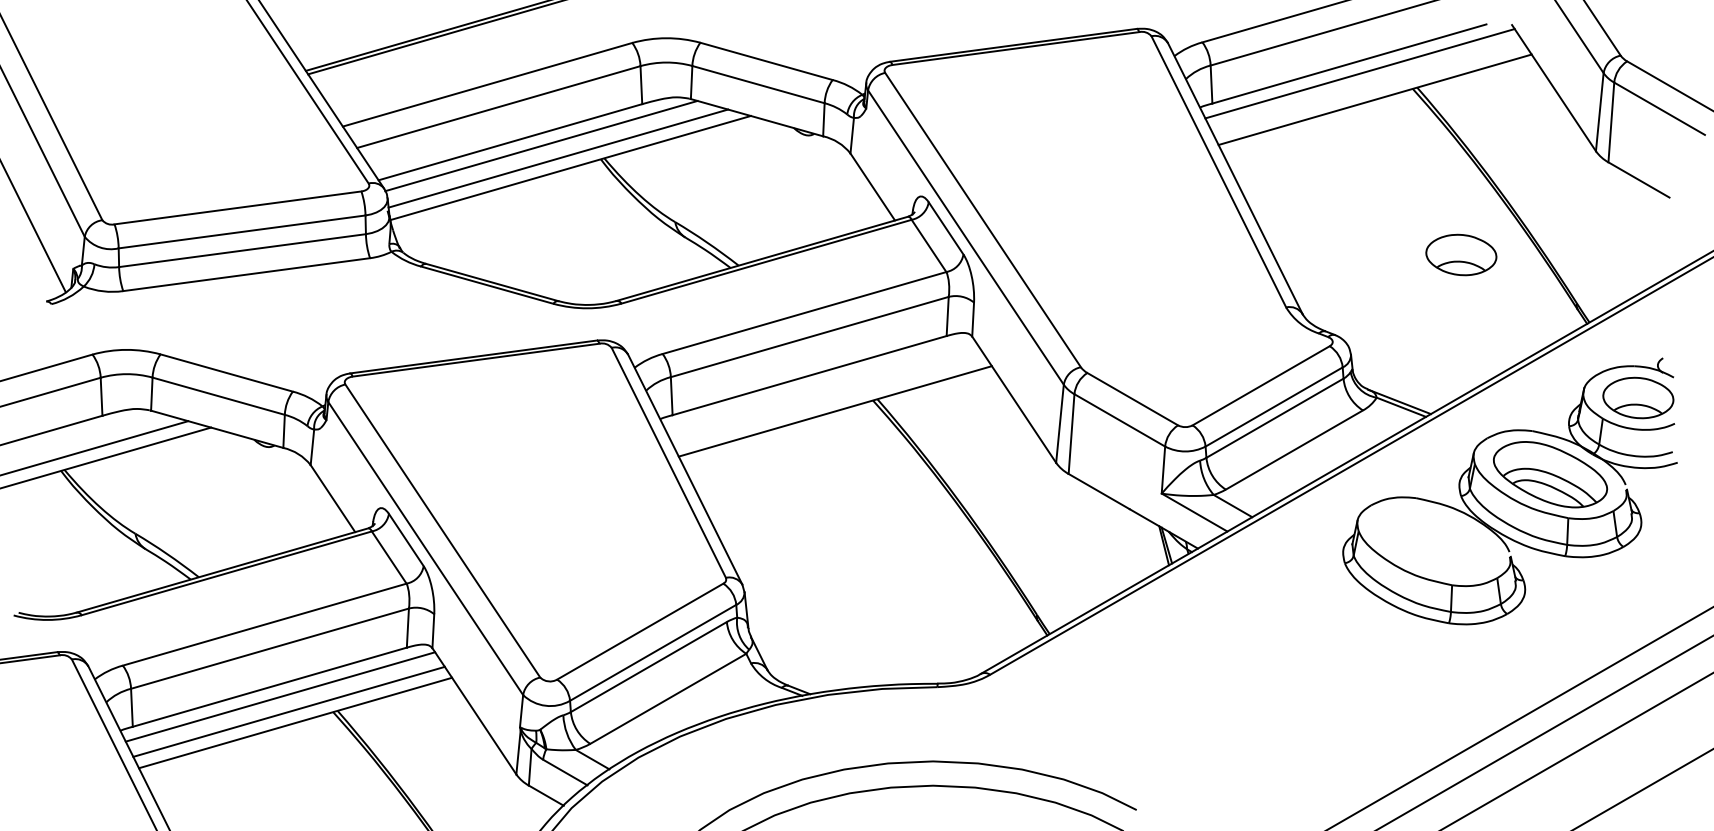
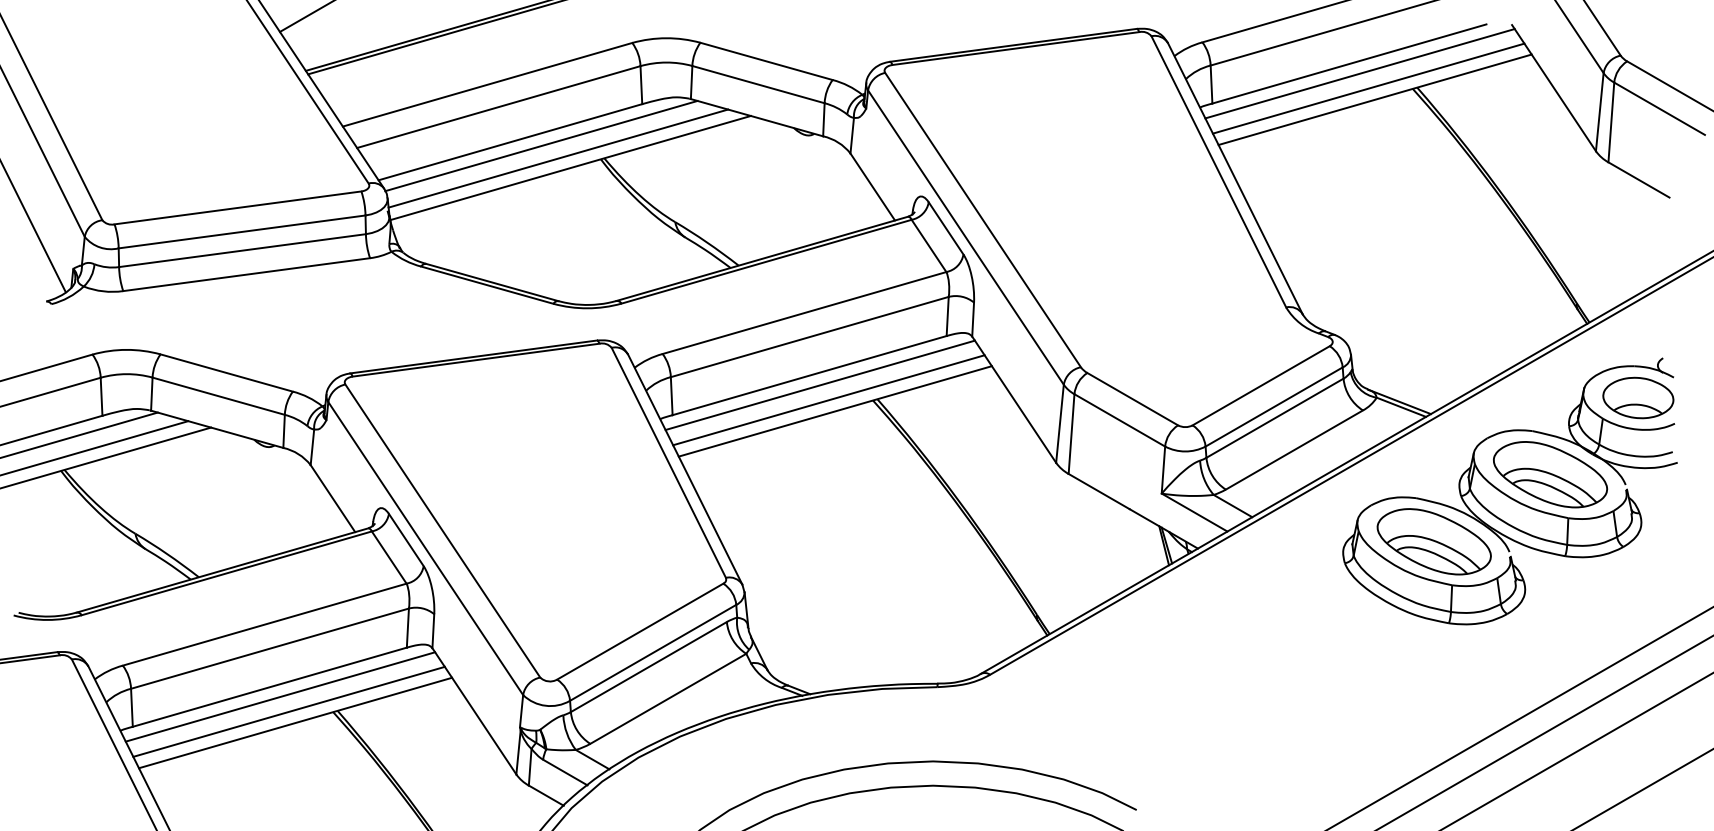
line at (305, 16): none -> present
line at (1368, 88): none -> present
part at (1461, 254): present -> none
line at (819, 385): none -> present
line at (828, 400): none -> present
line at (79, 434): none -> present
part at (1433, 541): none -> present
